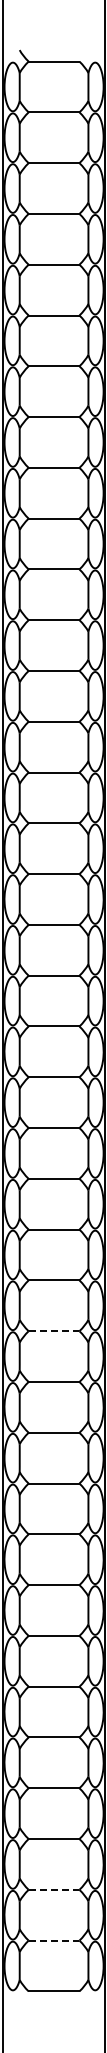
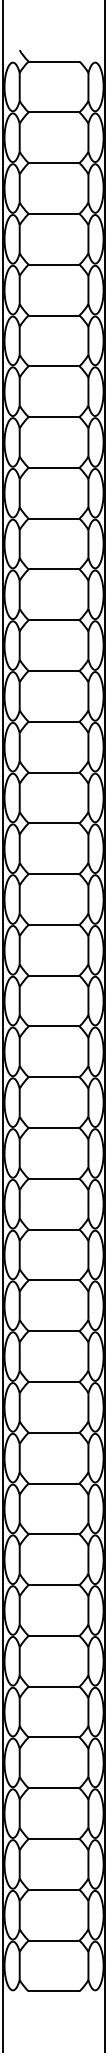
line at (54, 1331): dashed -> solid
line at (54, 1889): dashed -> solid
line at (54, 1940): dashed -> solid
